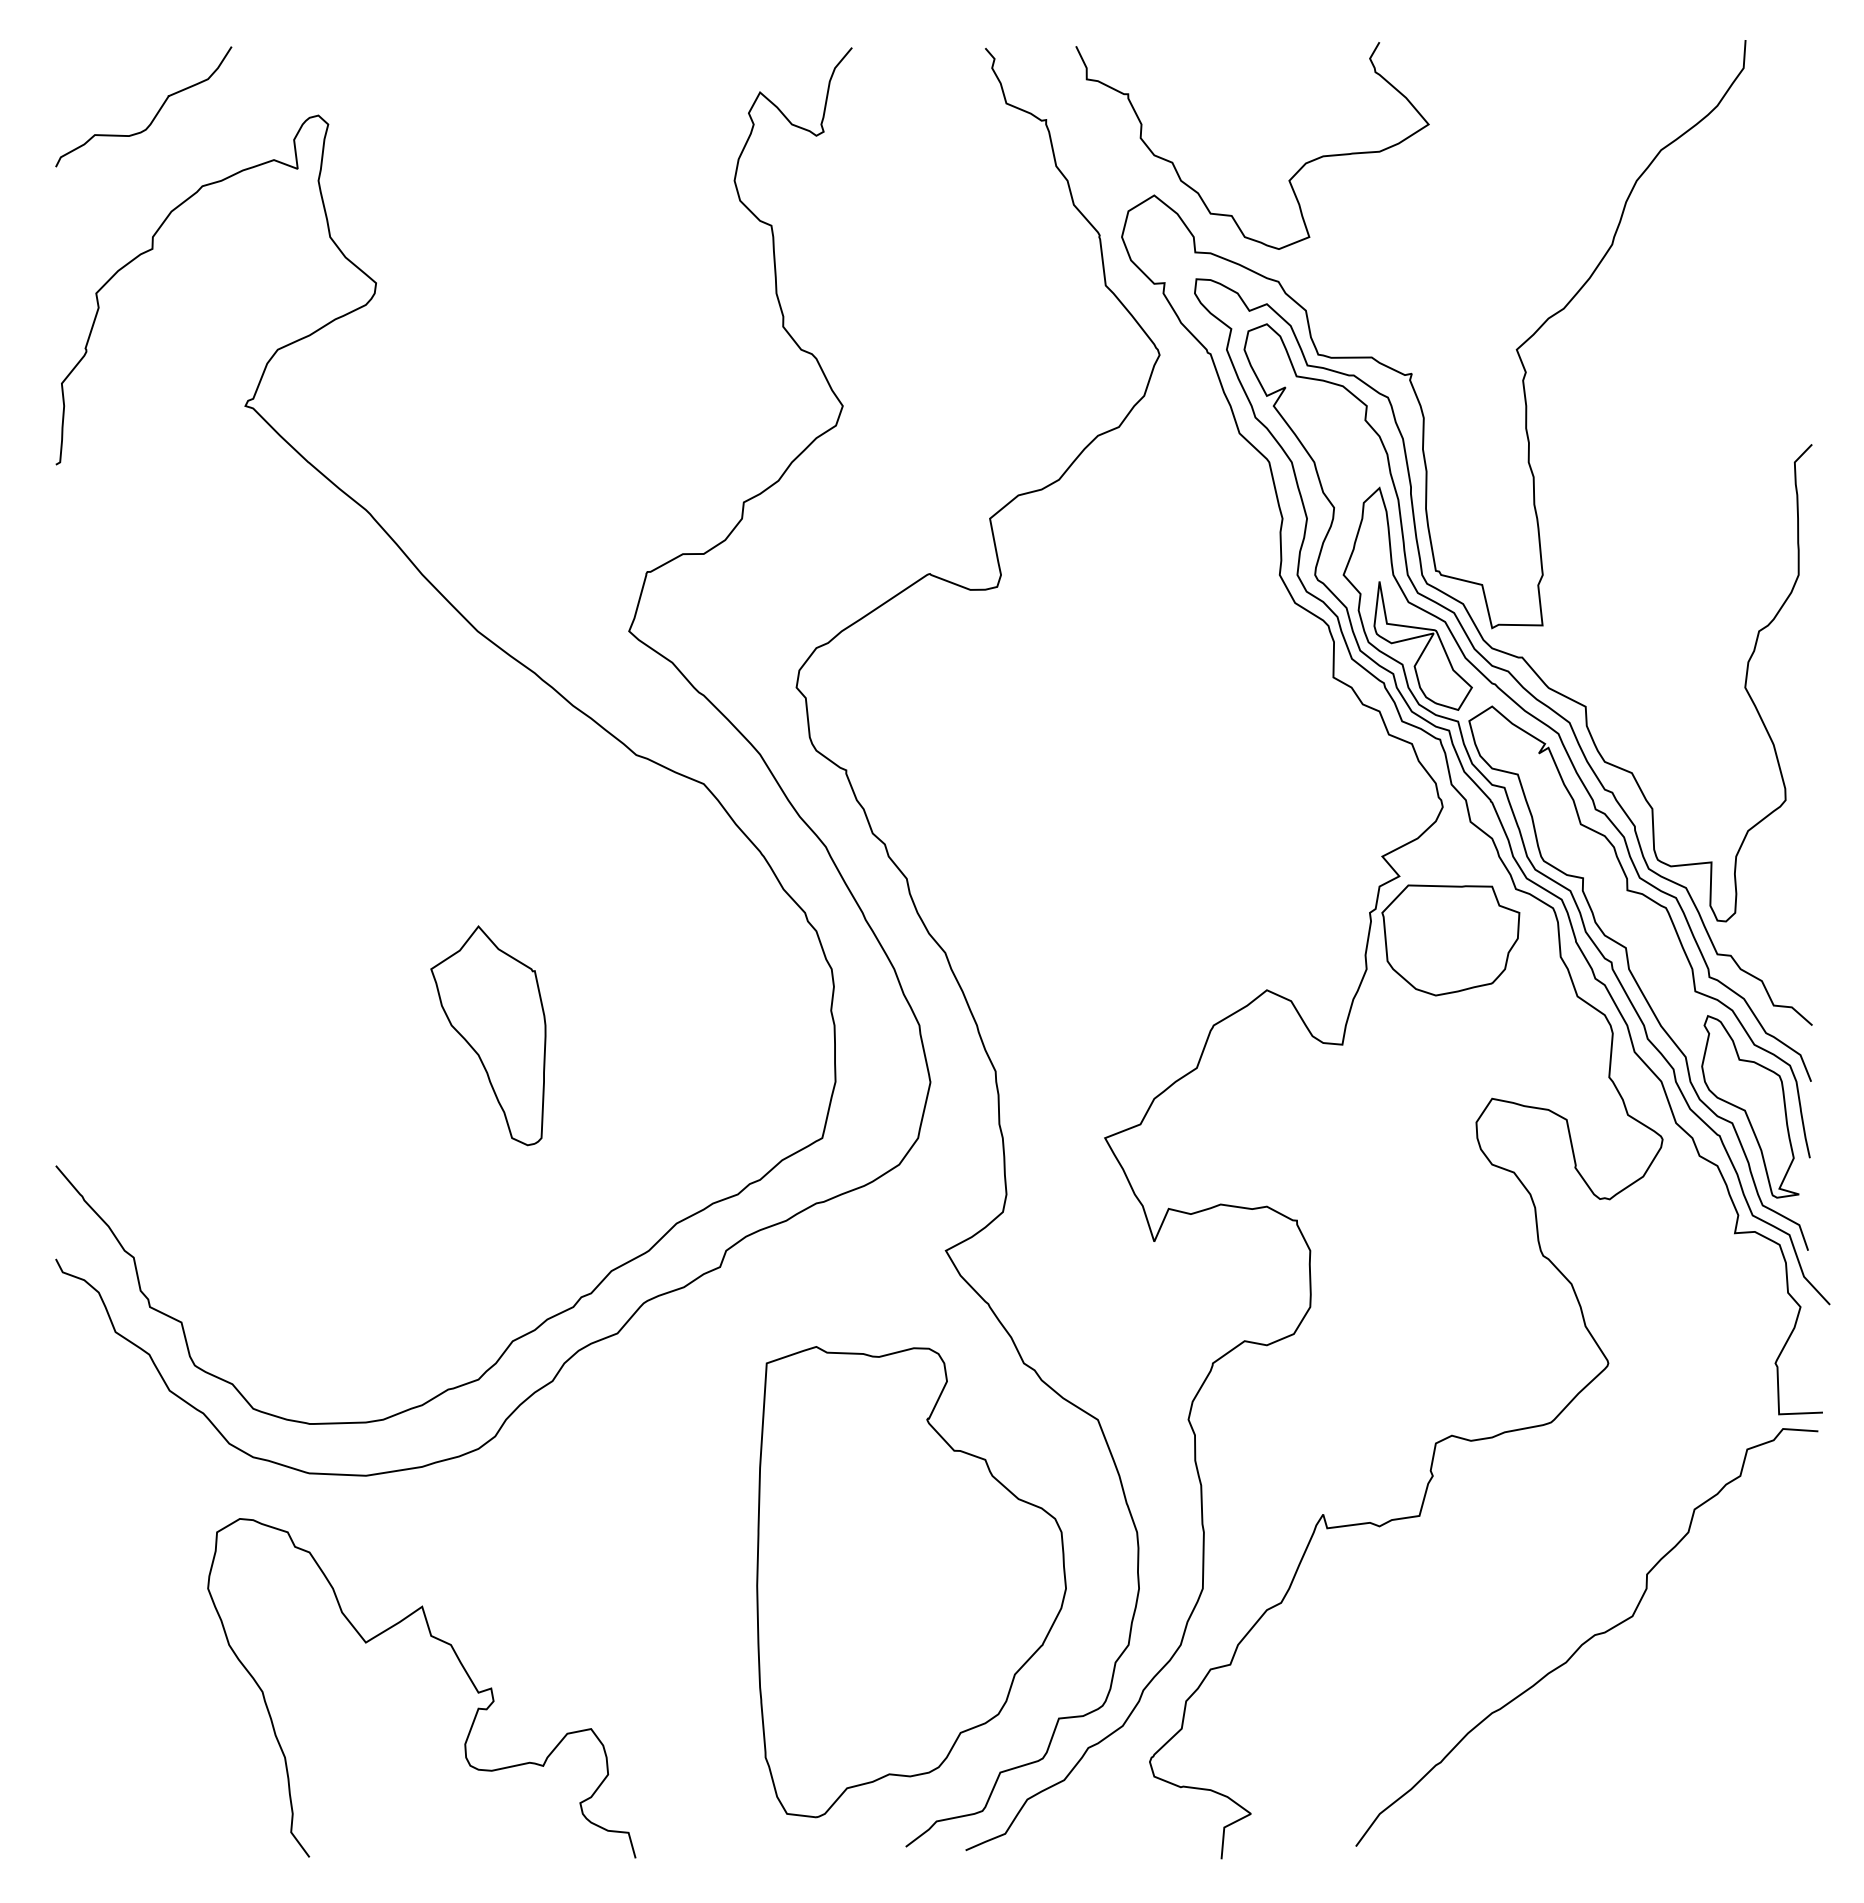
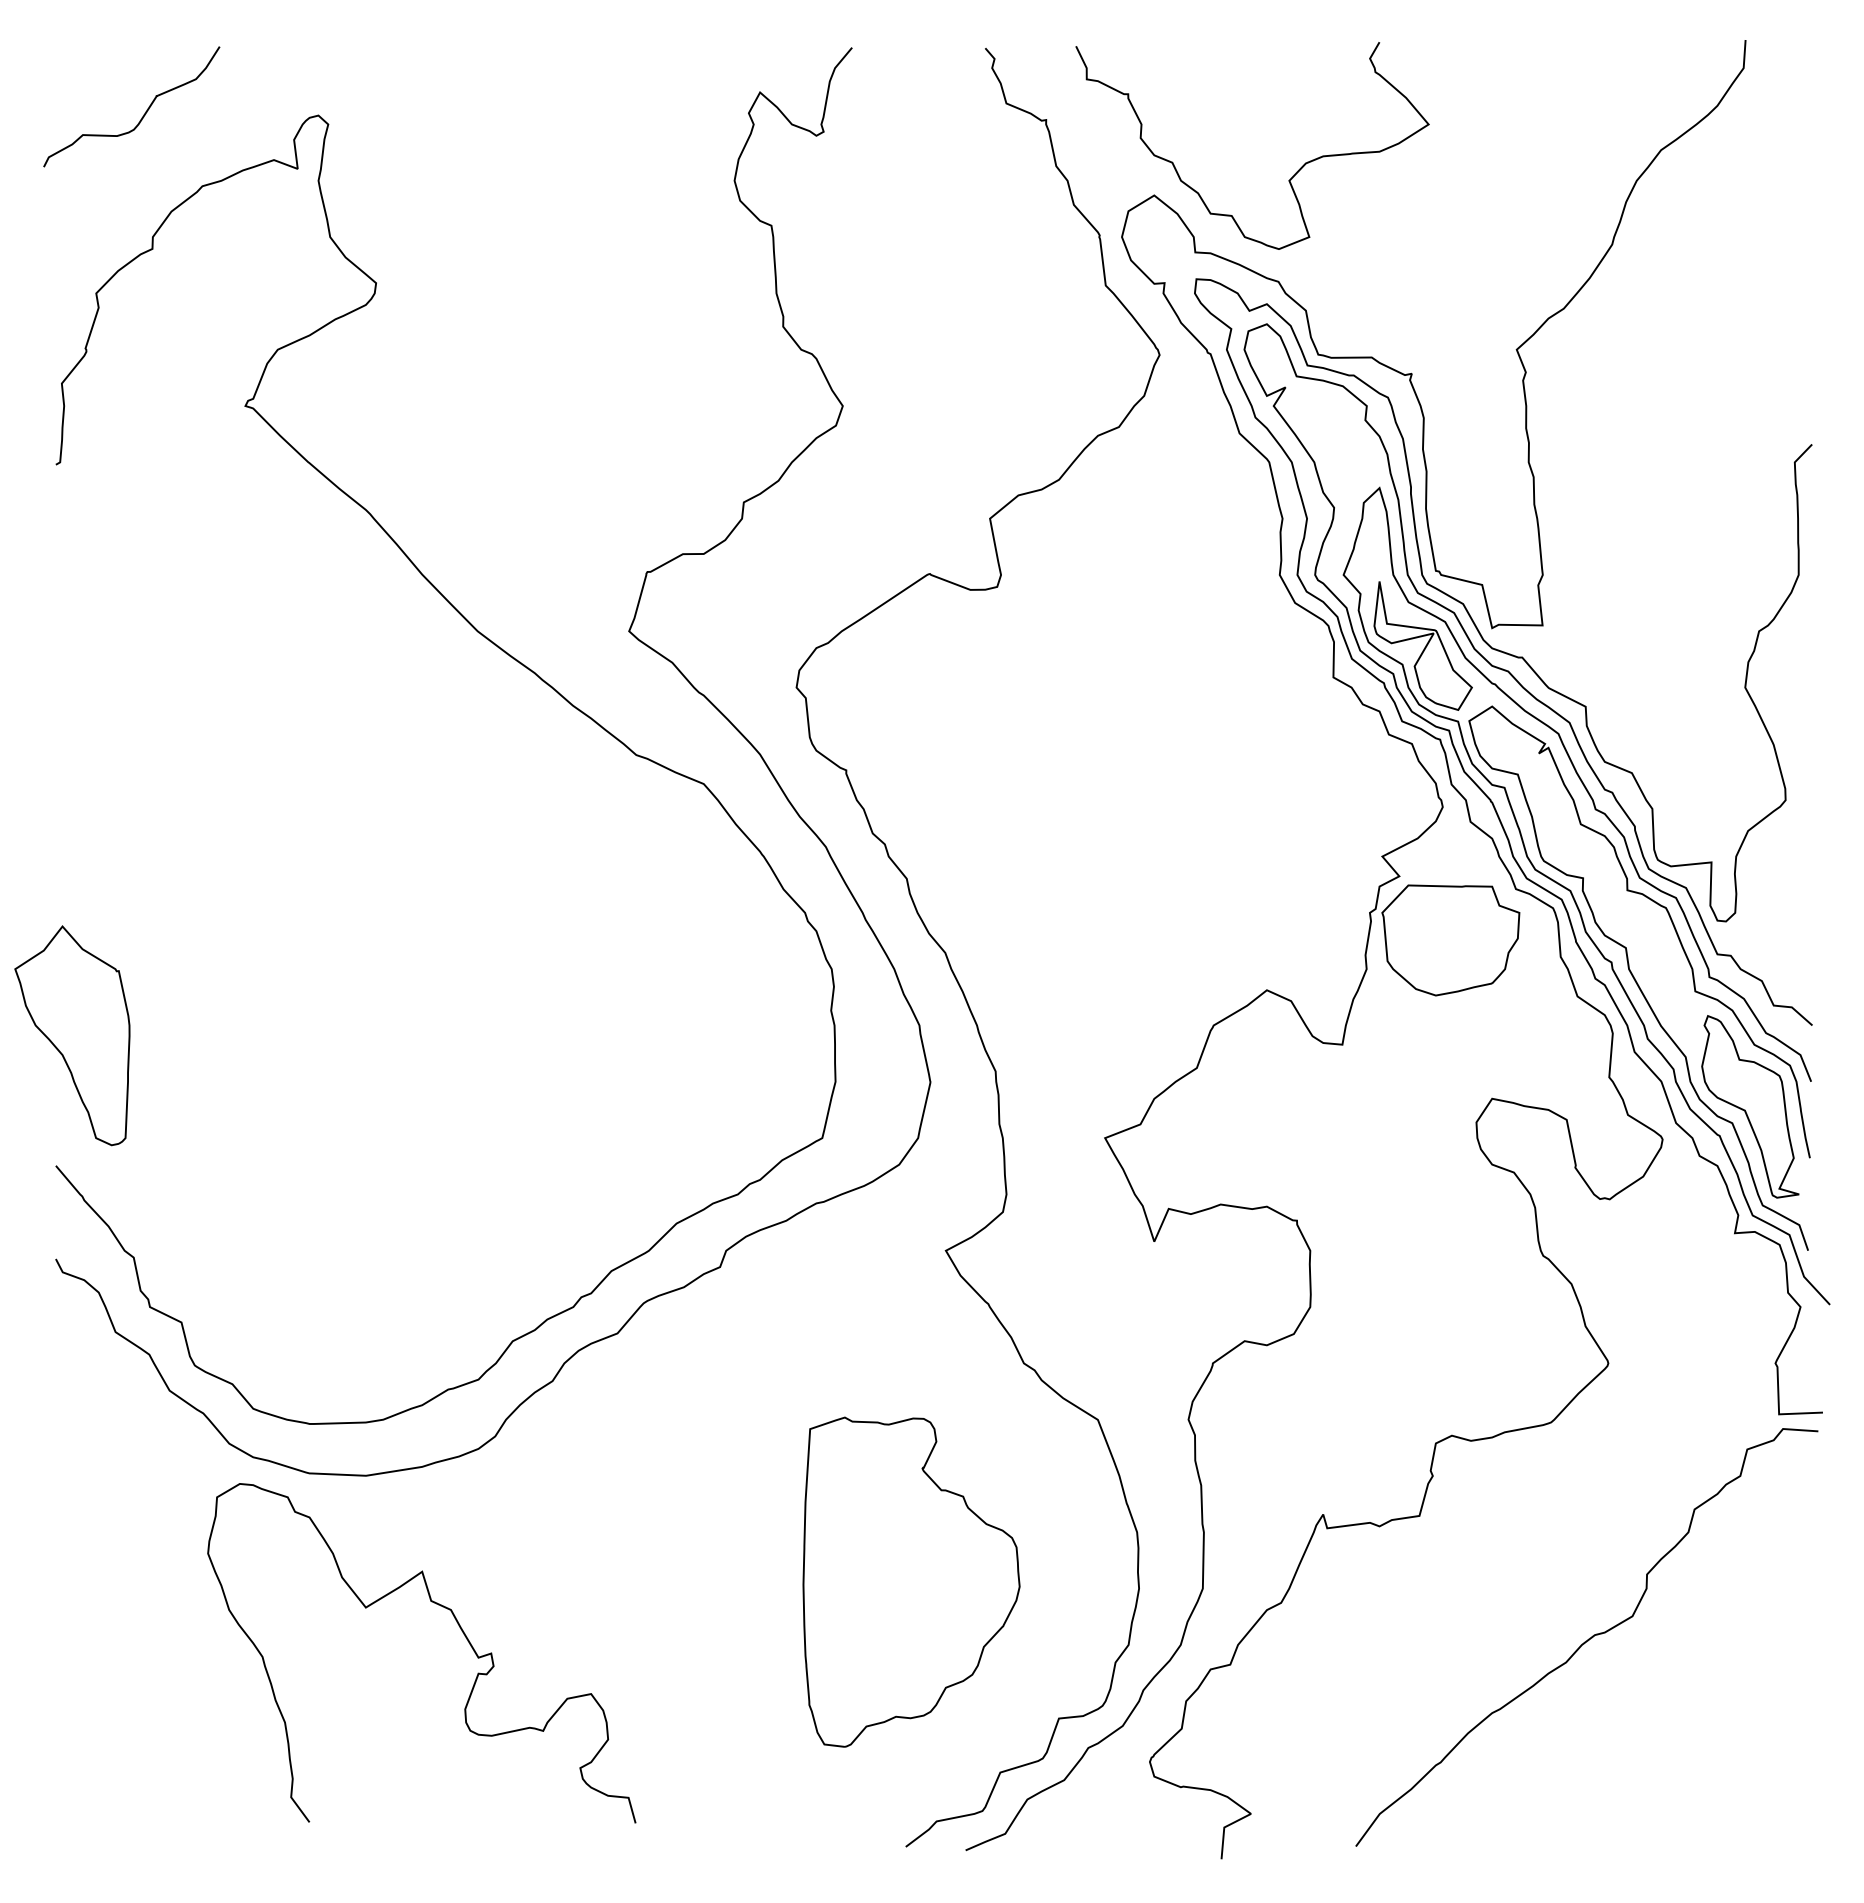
curve at (155, 114) position: (155, 114) -> (143, 114)
part at (488, 1035) position: (488, 1035) -> (72, 1035)
part at (911, 1582) size: 311x473 px -> 219x332 px
curve at (461, 1666) position: (461, 1666) -> (461, 1631)
